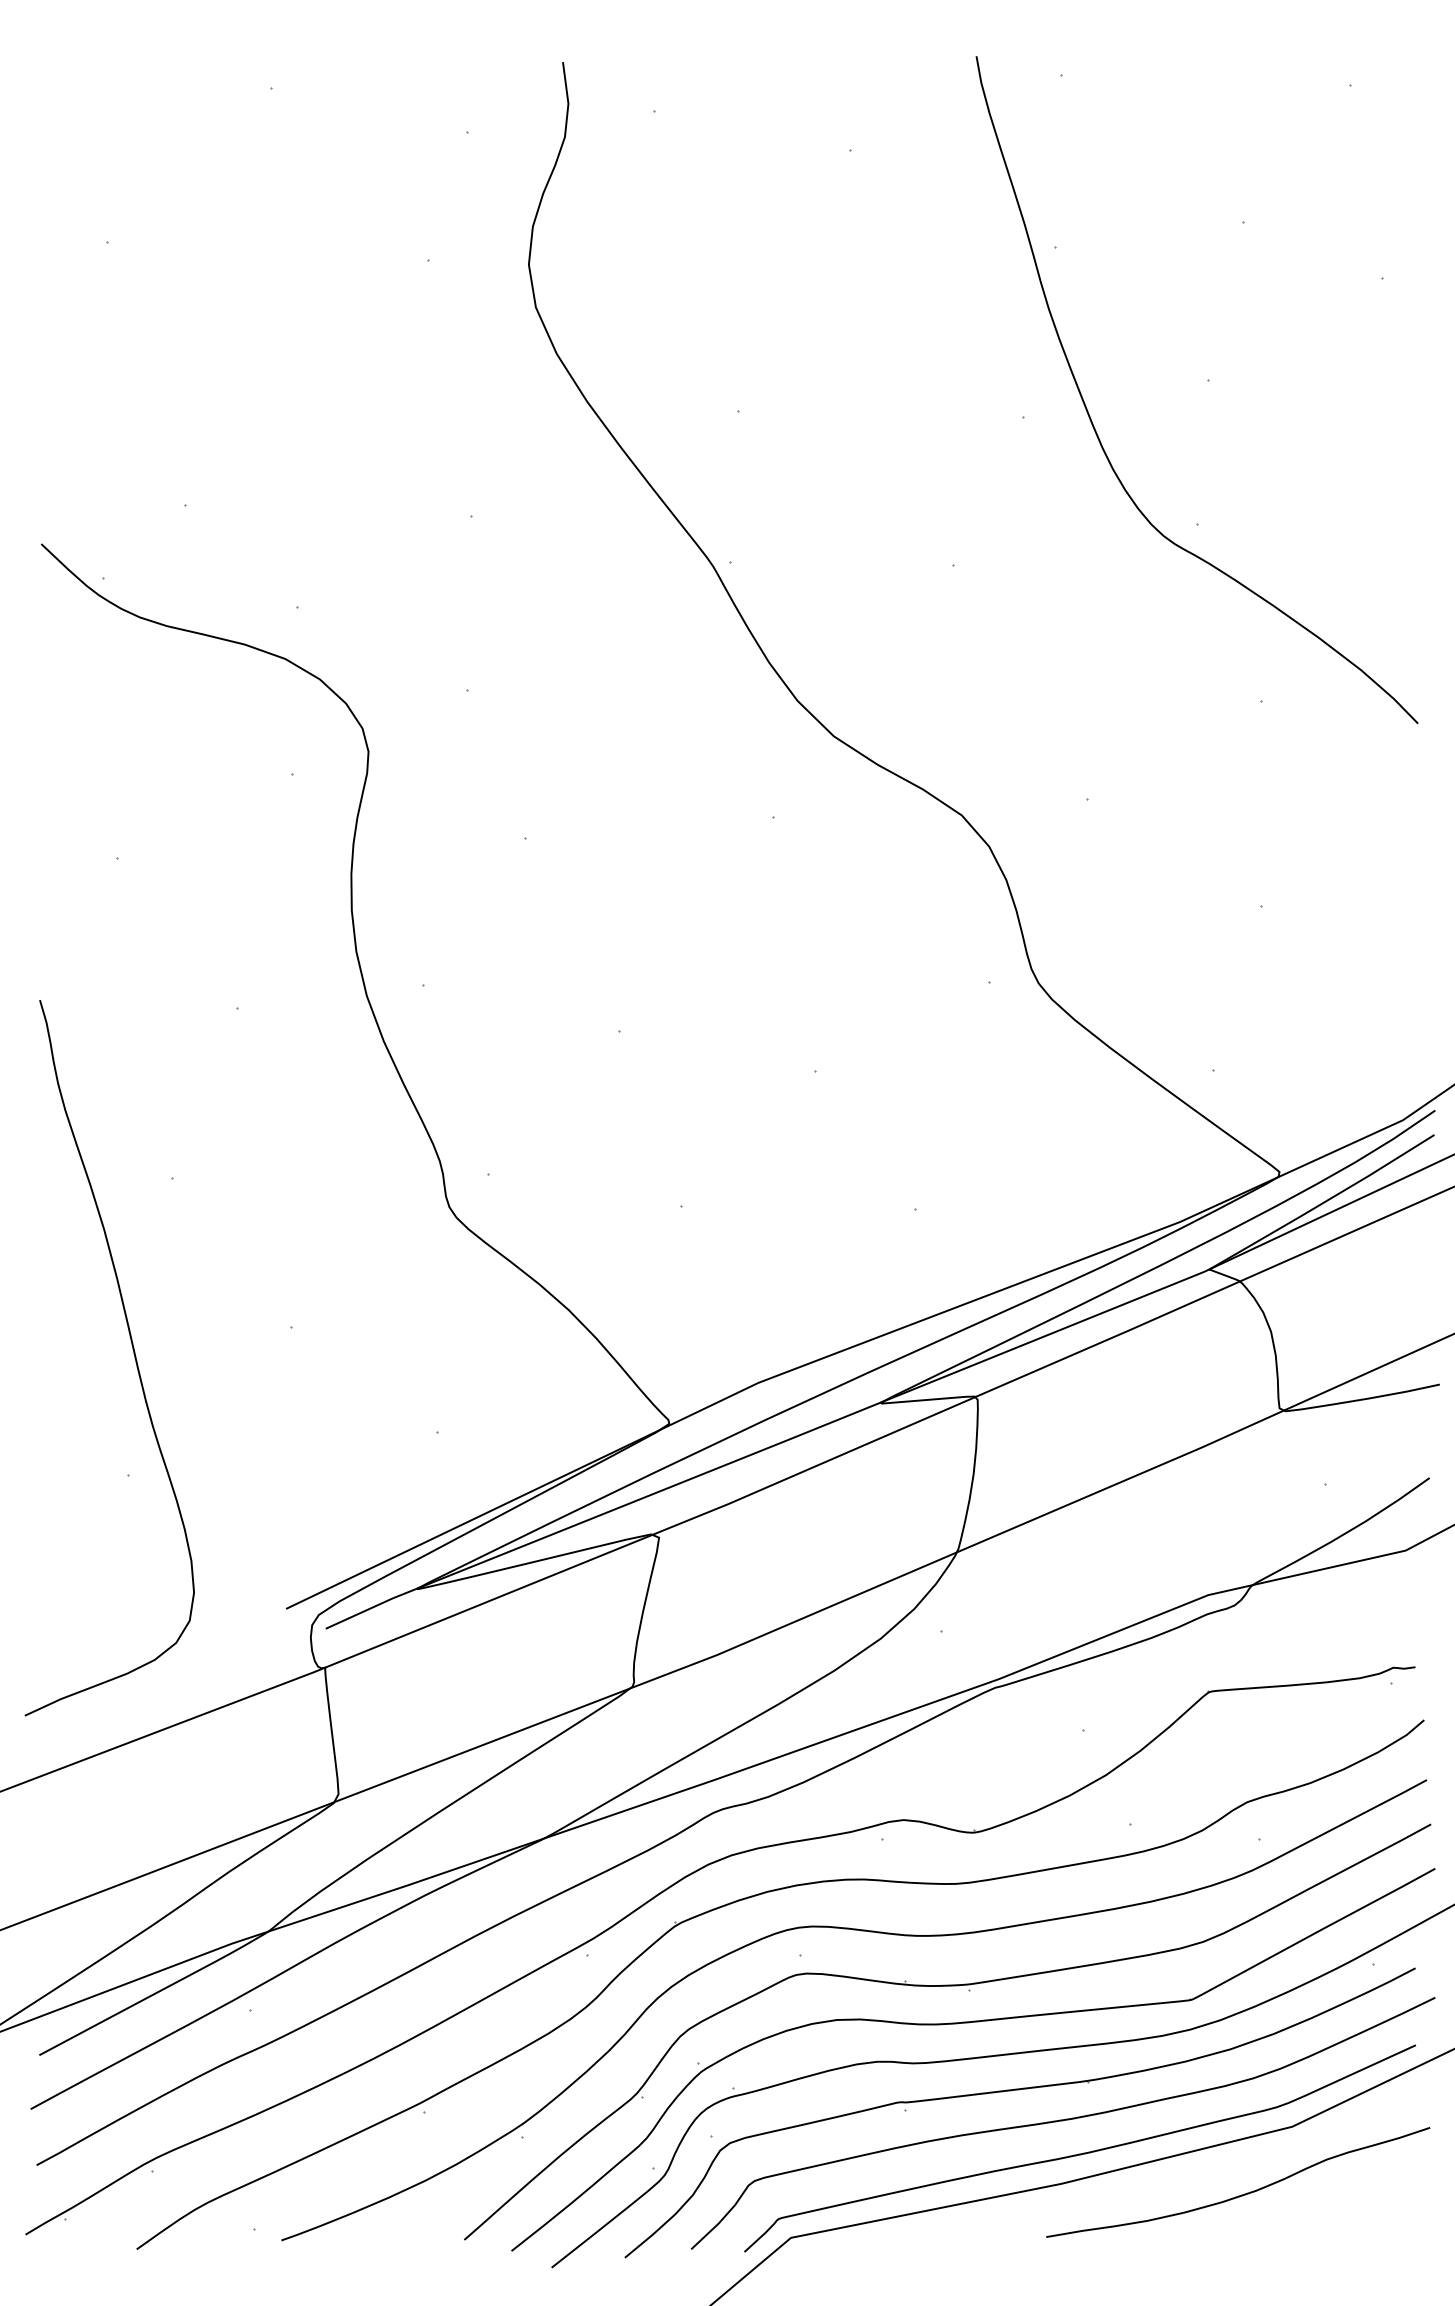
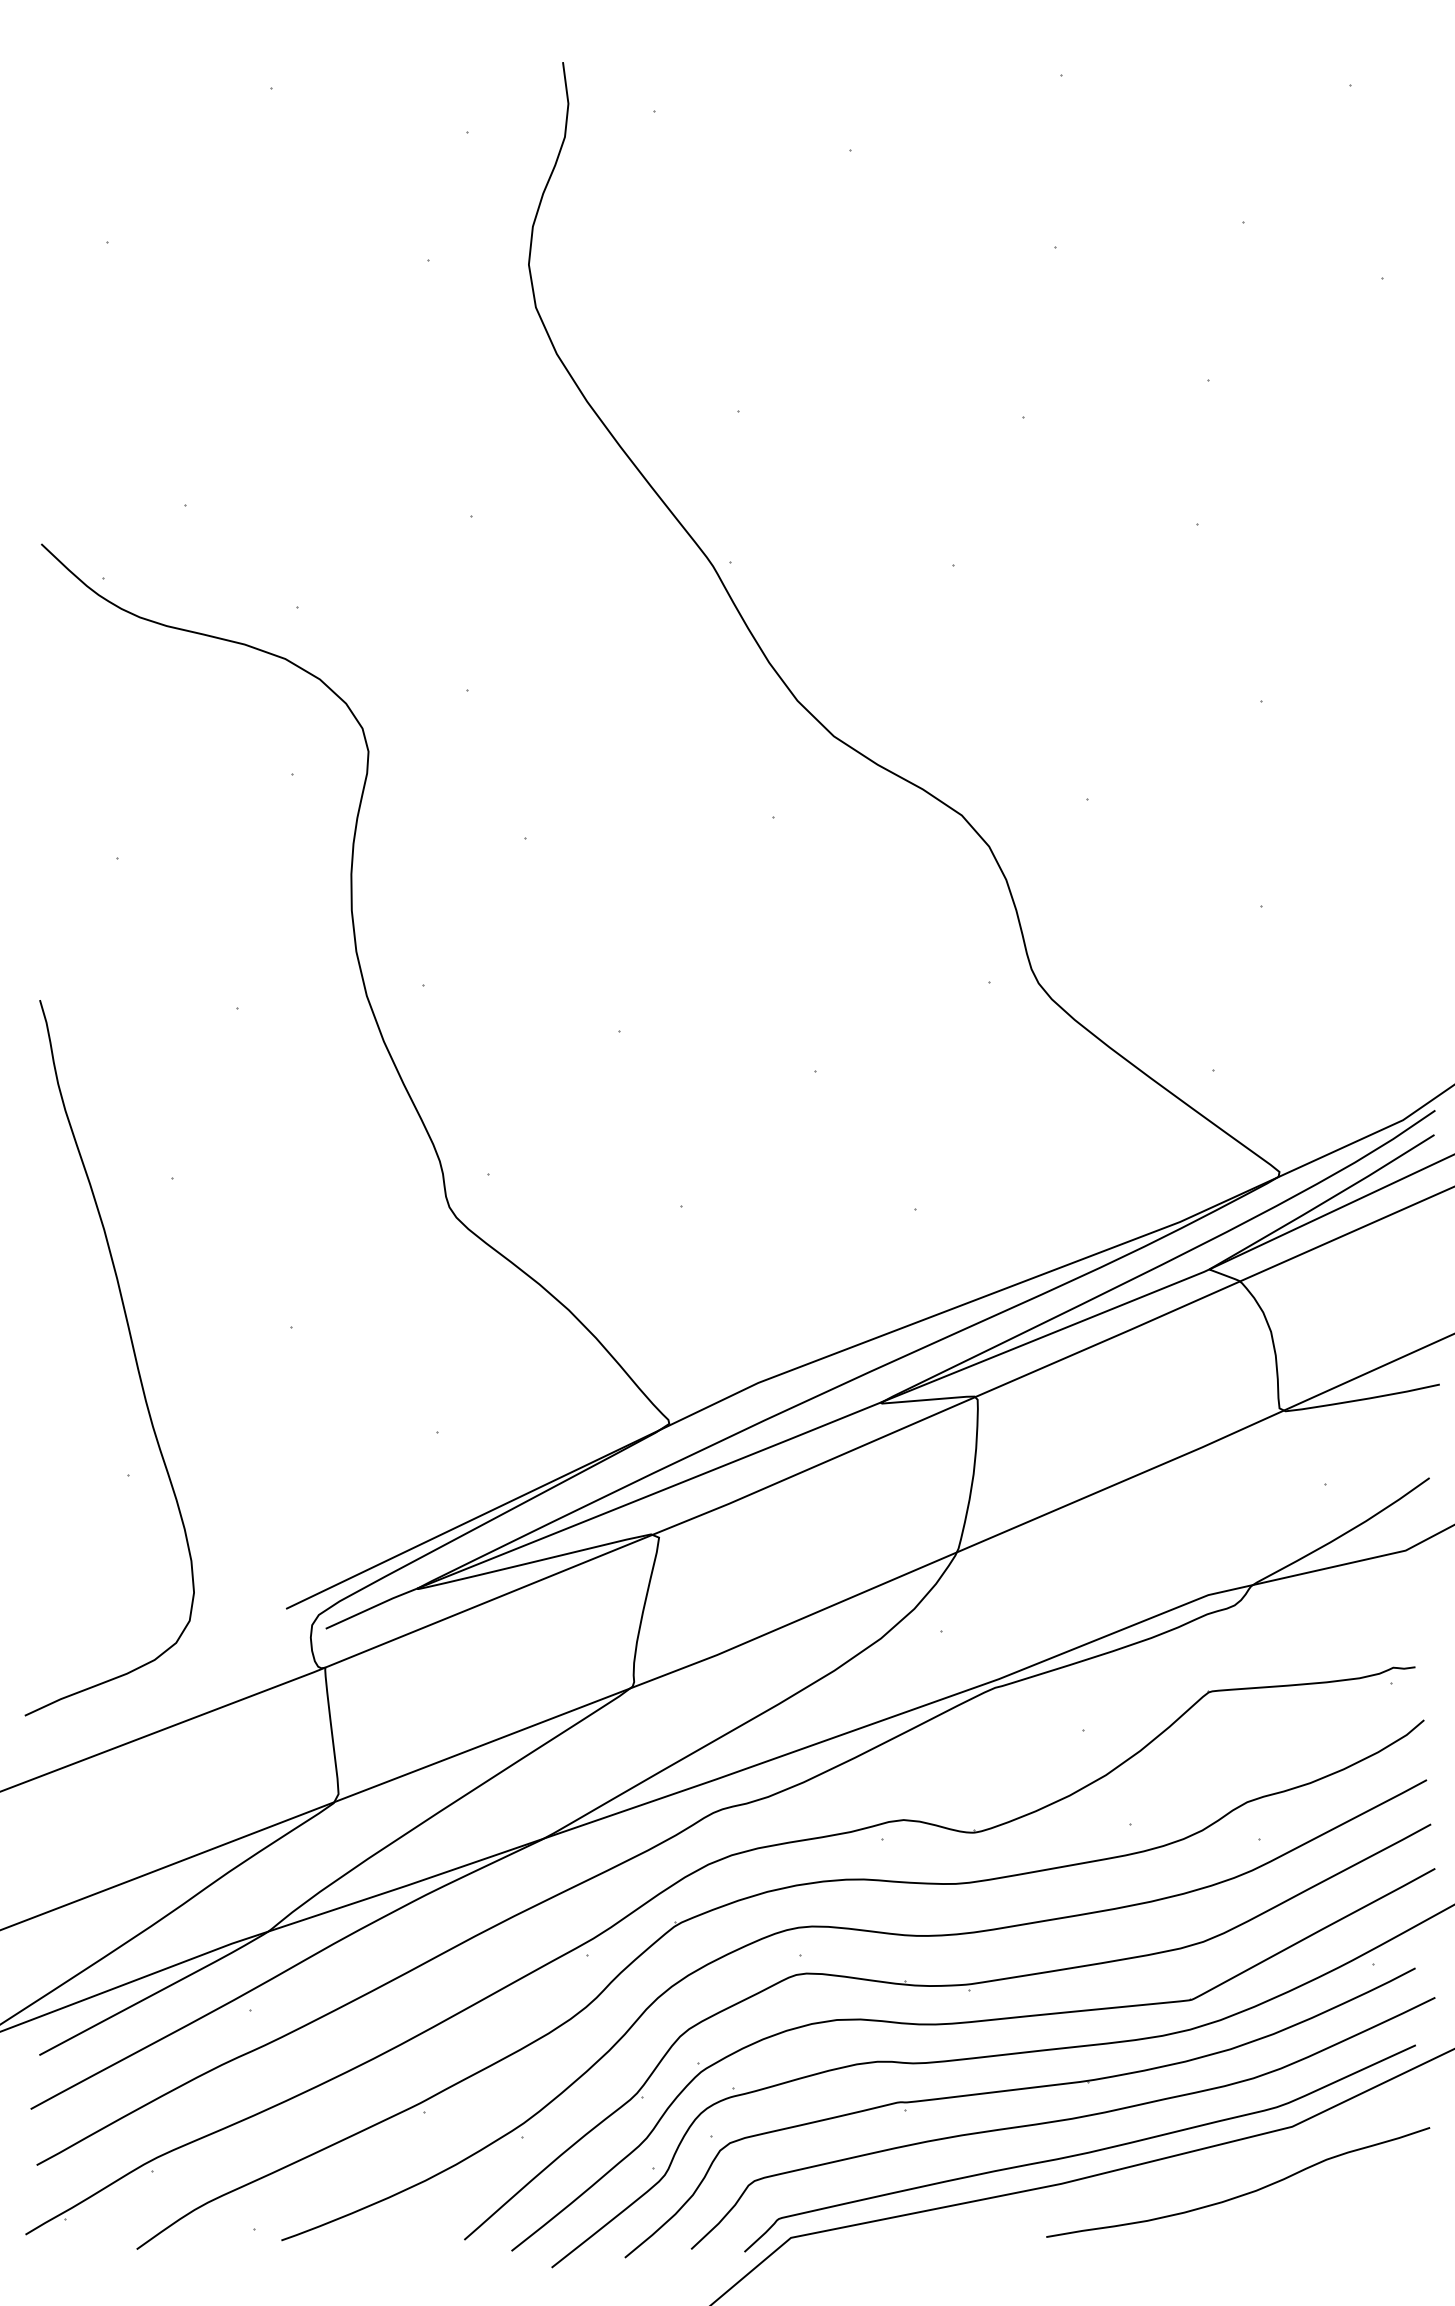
curve at (1096, 430): present -> none
